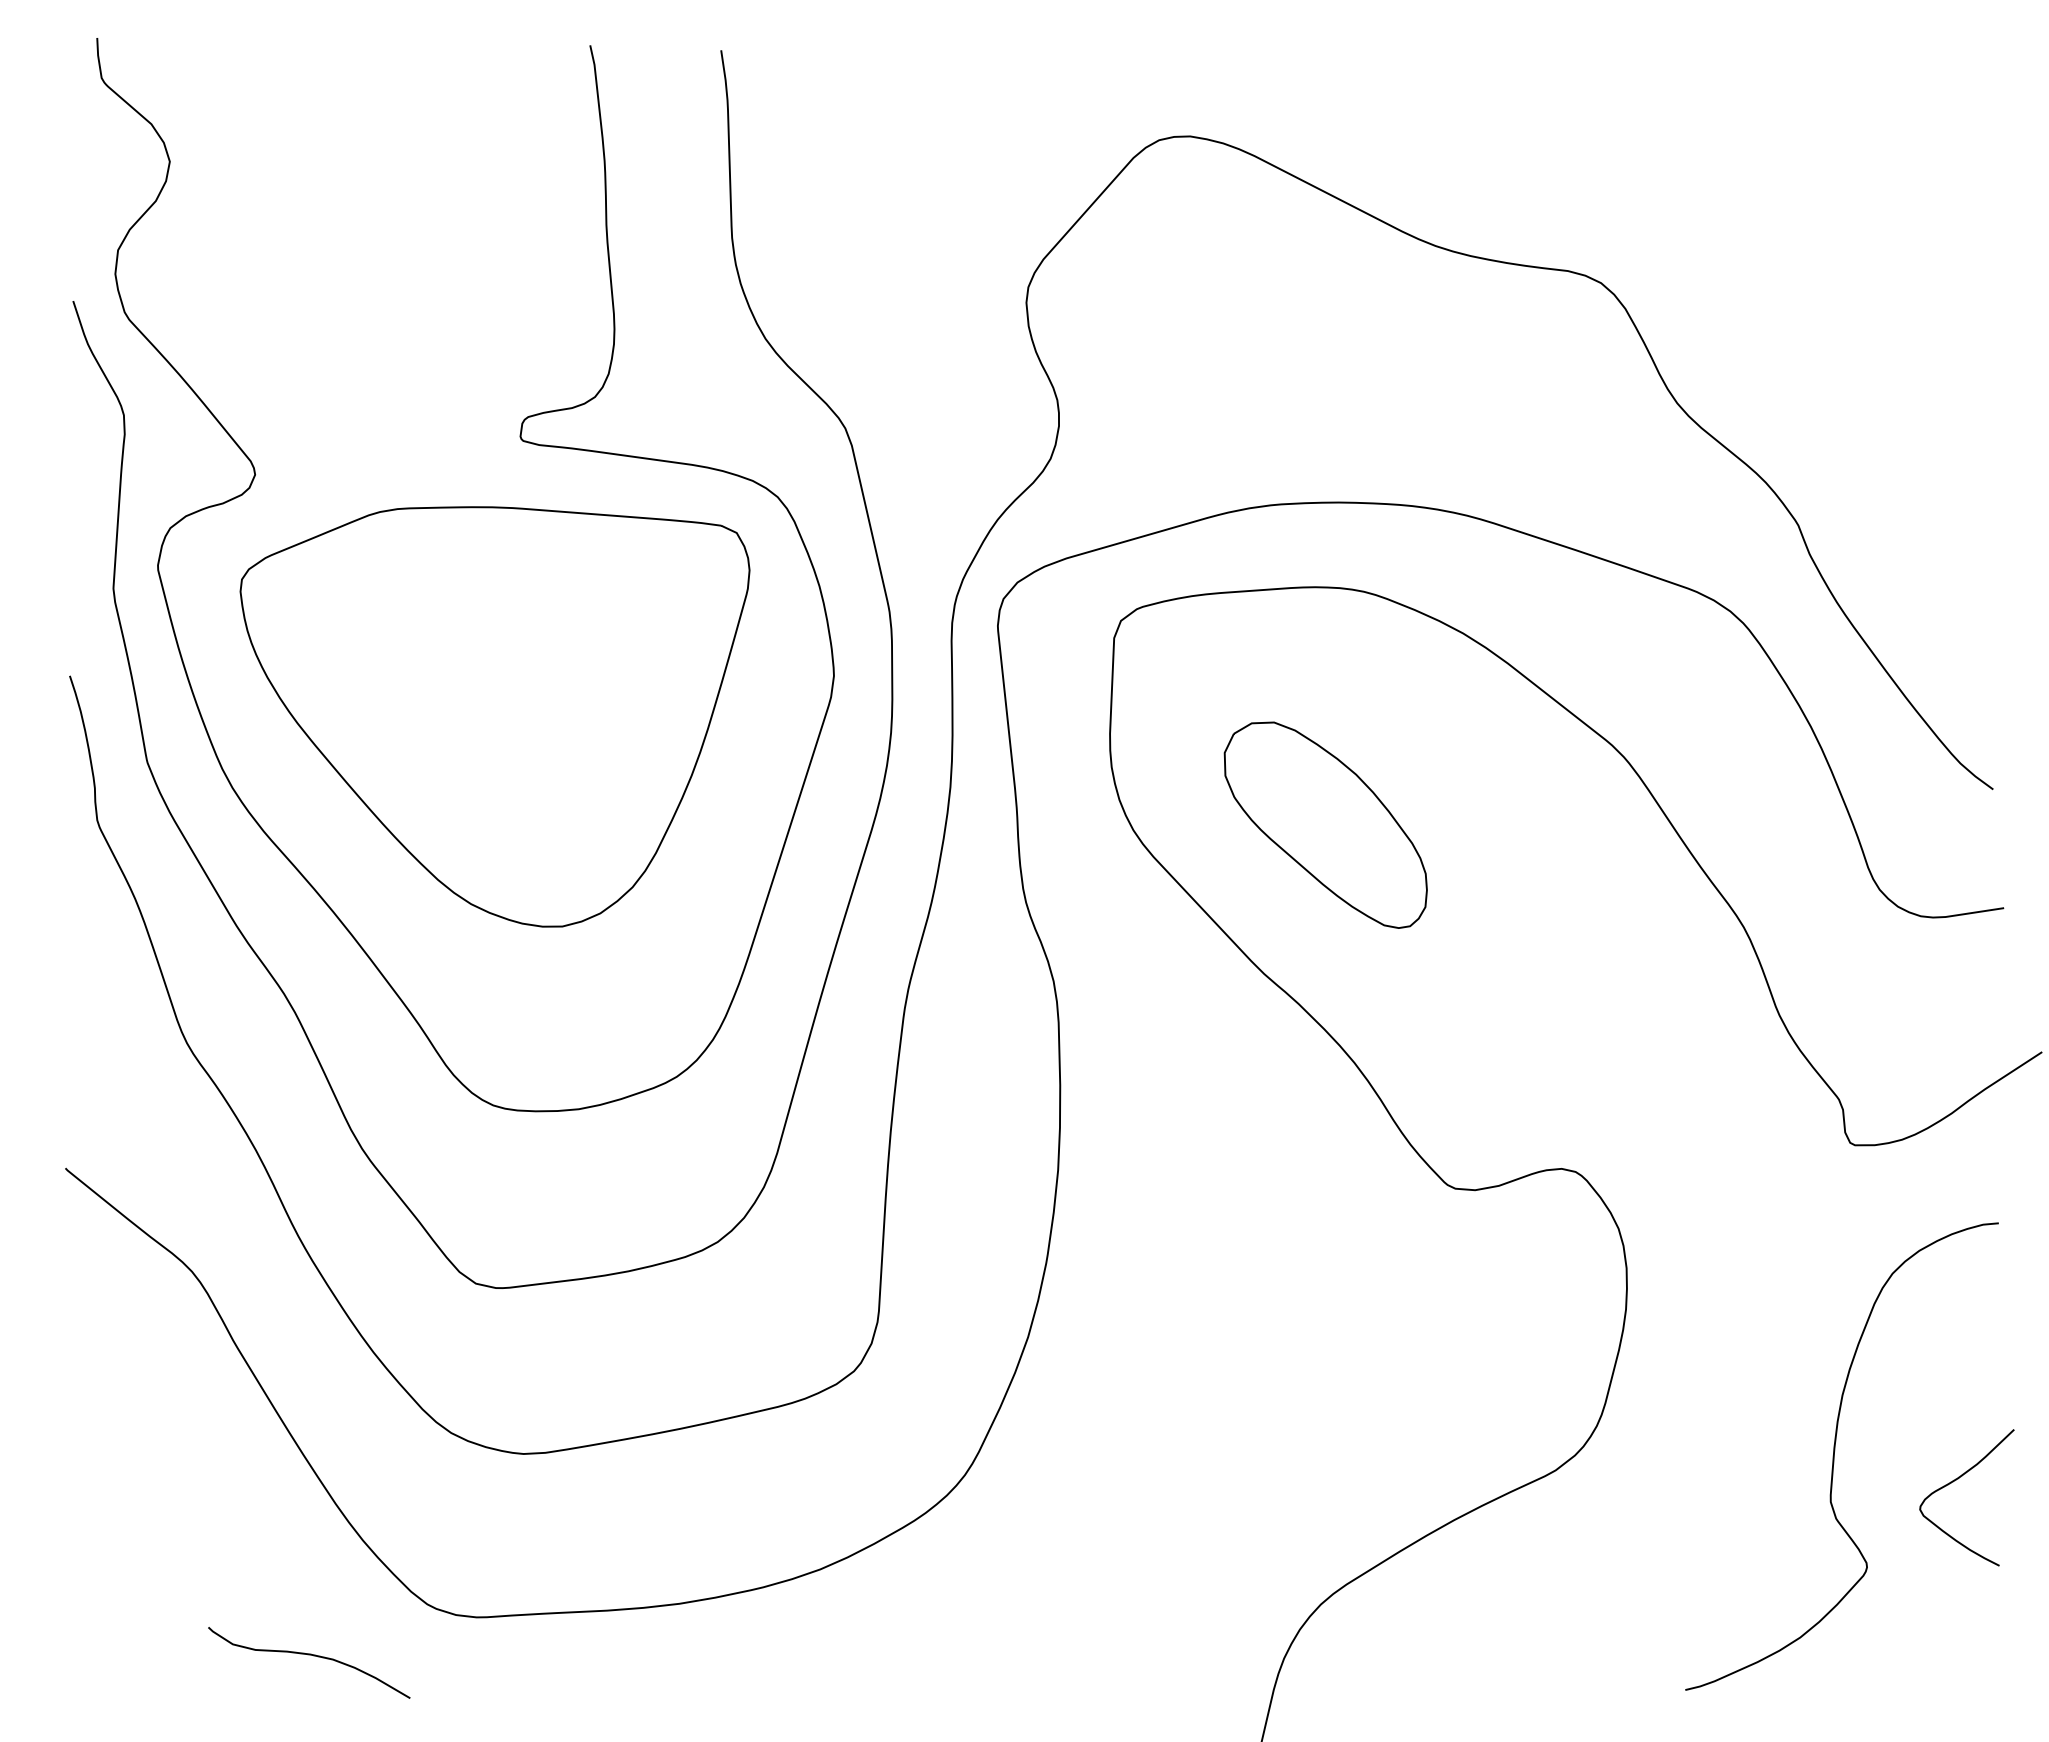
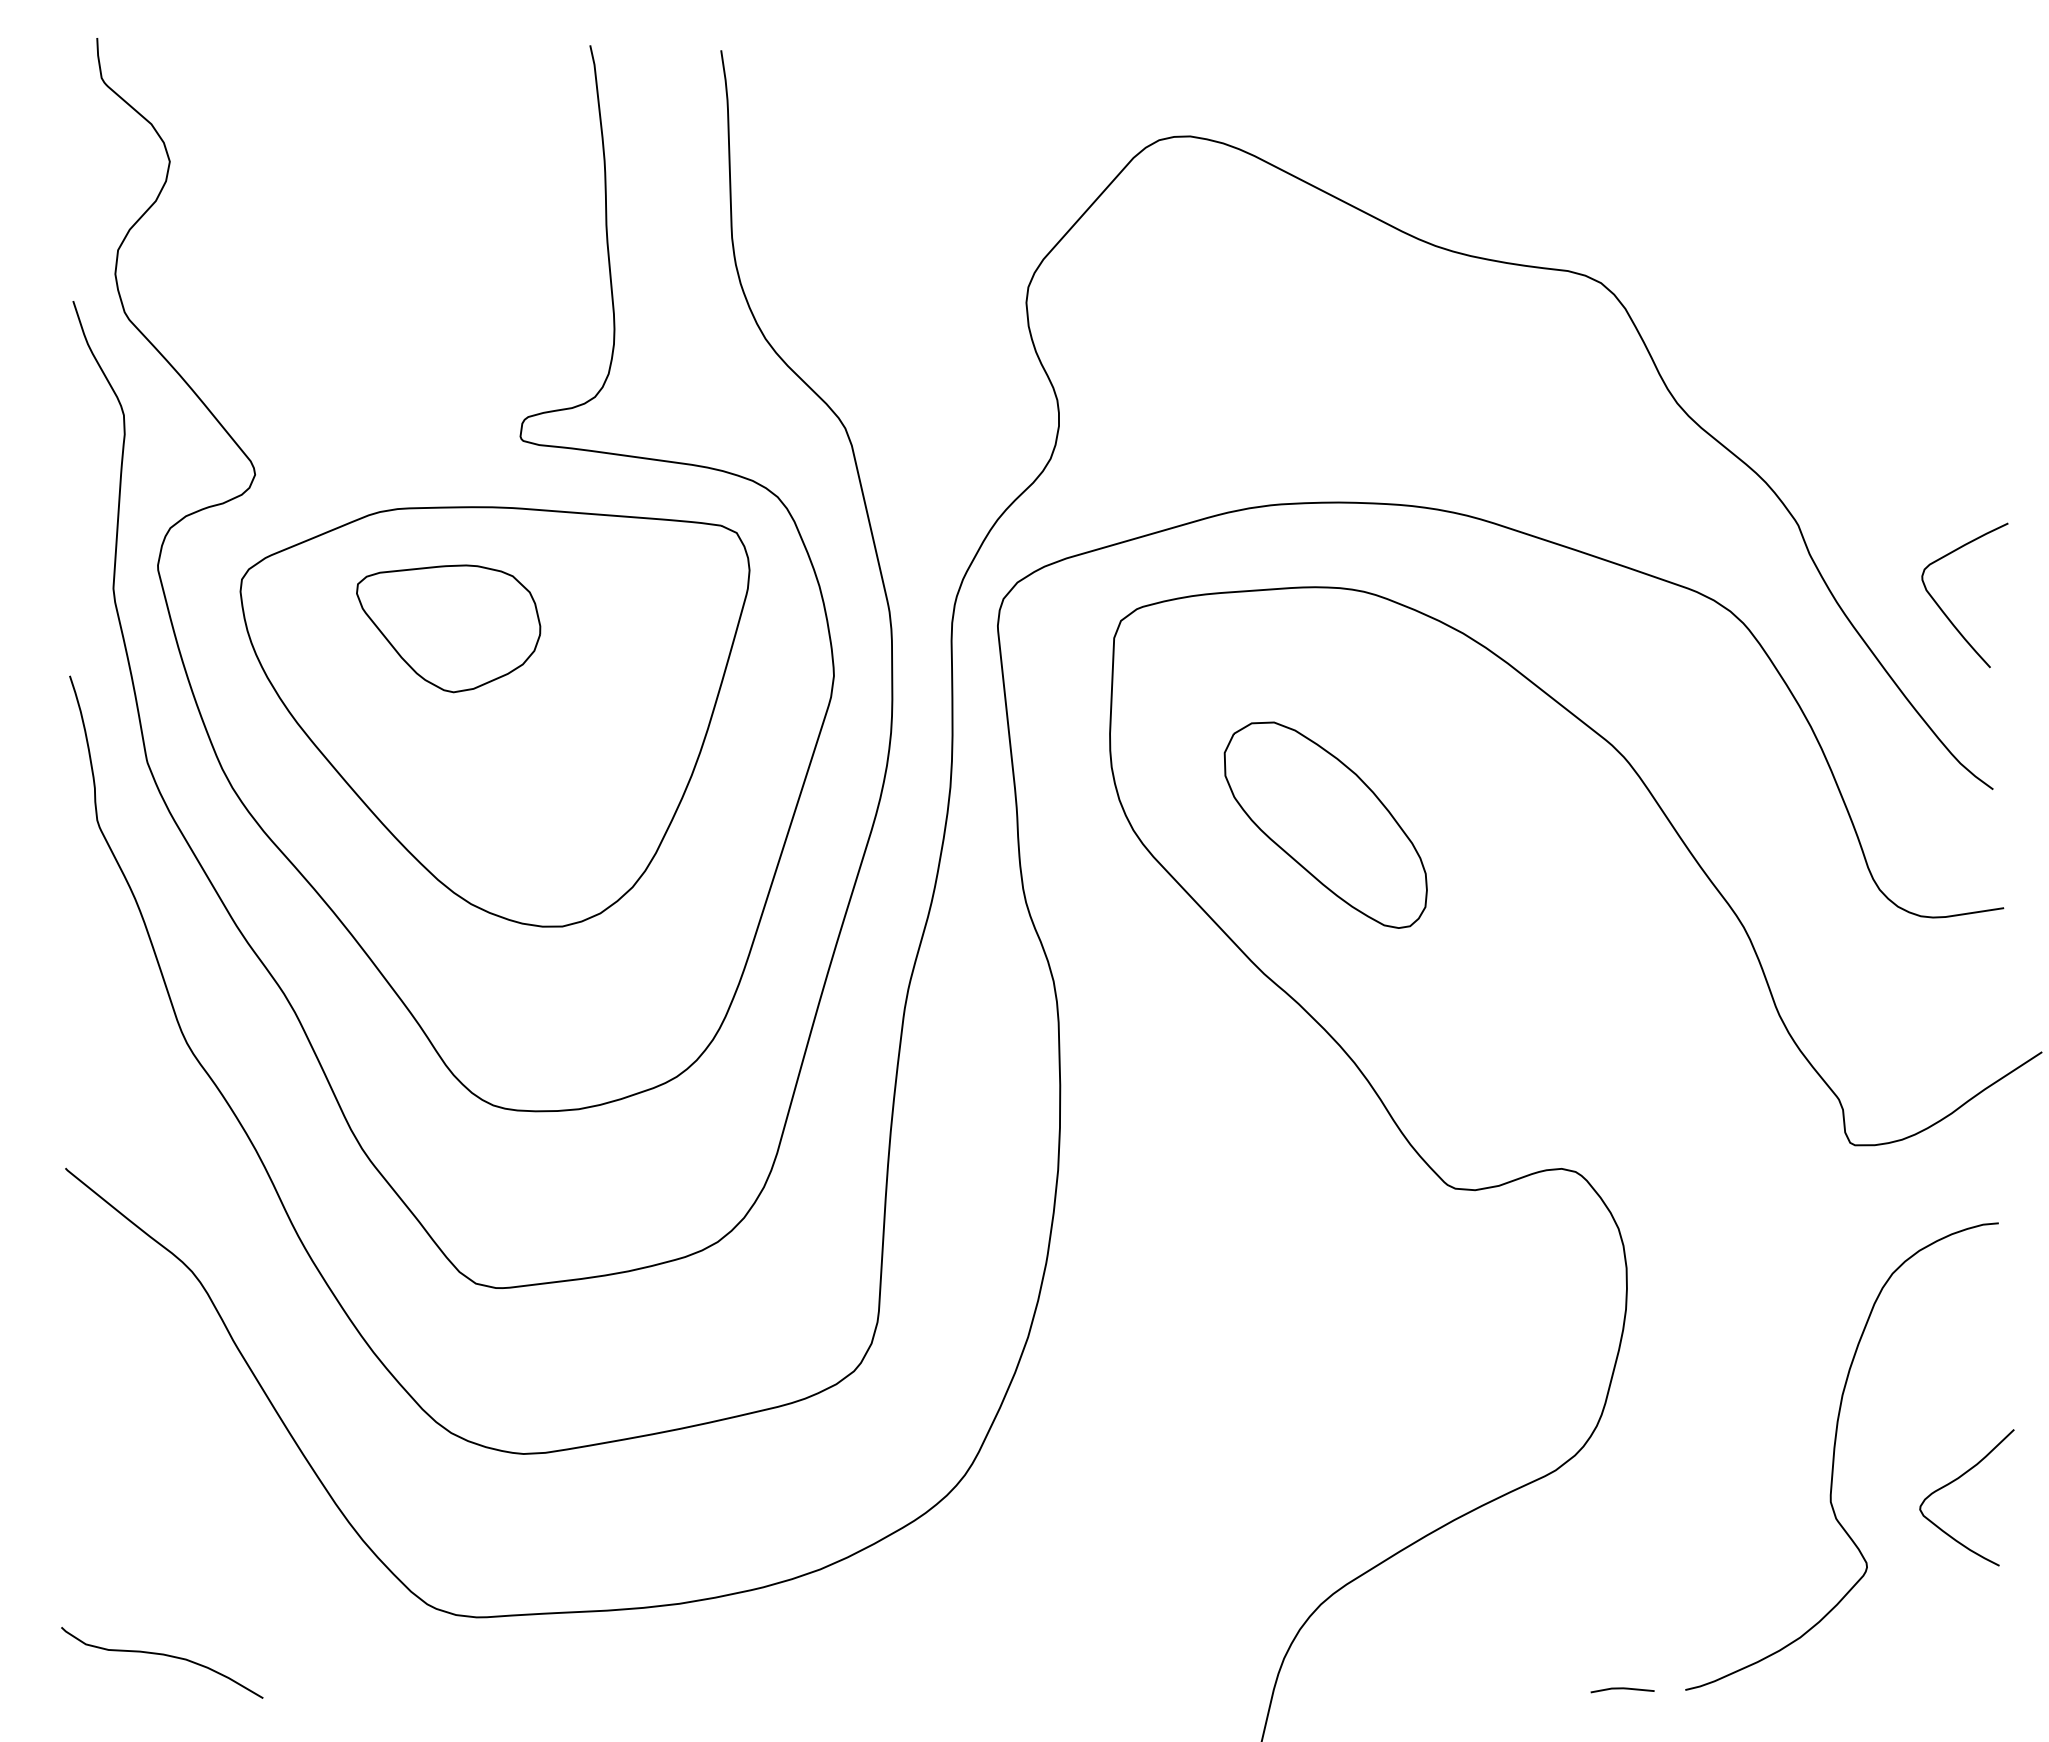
curve at (1943, 610): none -> present
part at (448, 628): none -> present
curve at (309, 1655) position: (309, 1655) -> (162, 1655)
line at (1622, 1689): none -> present
